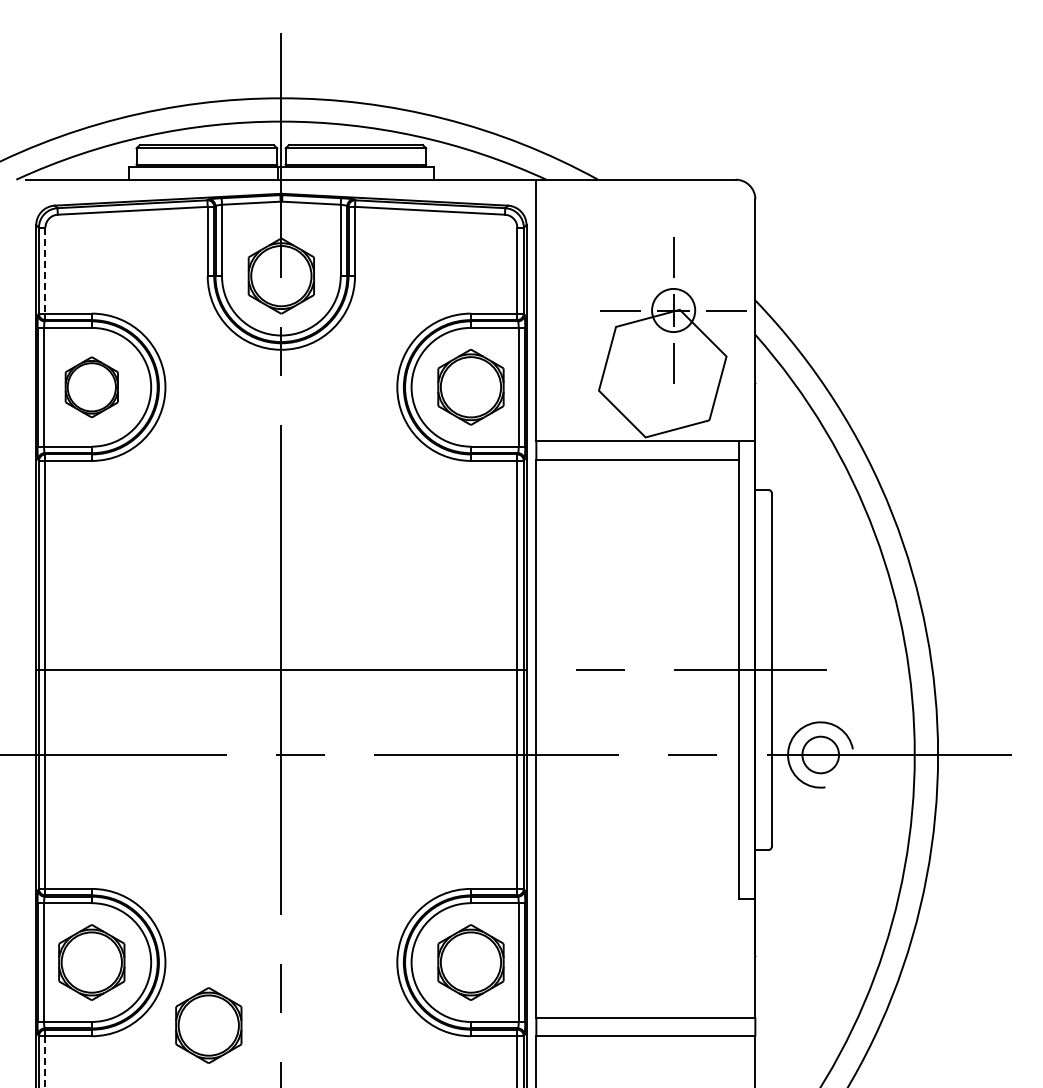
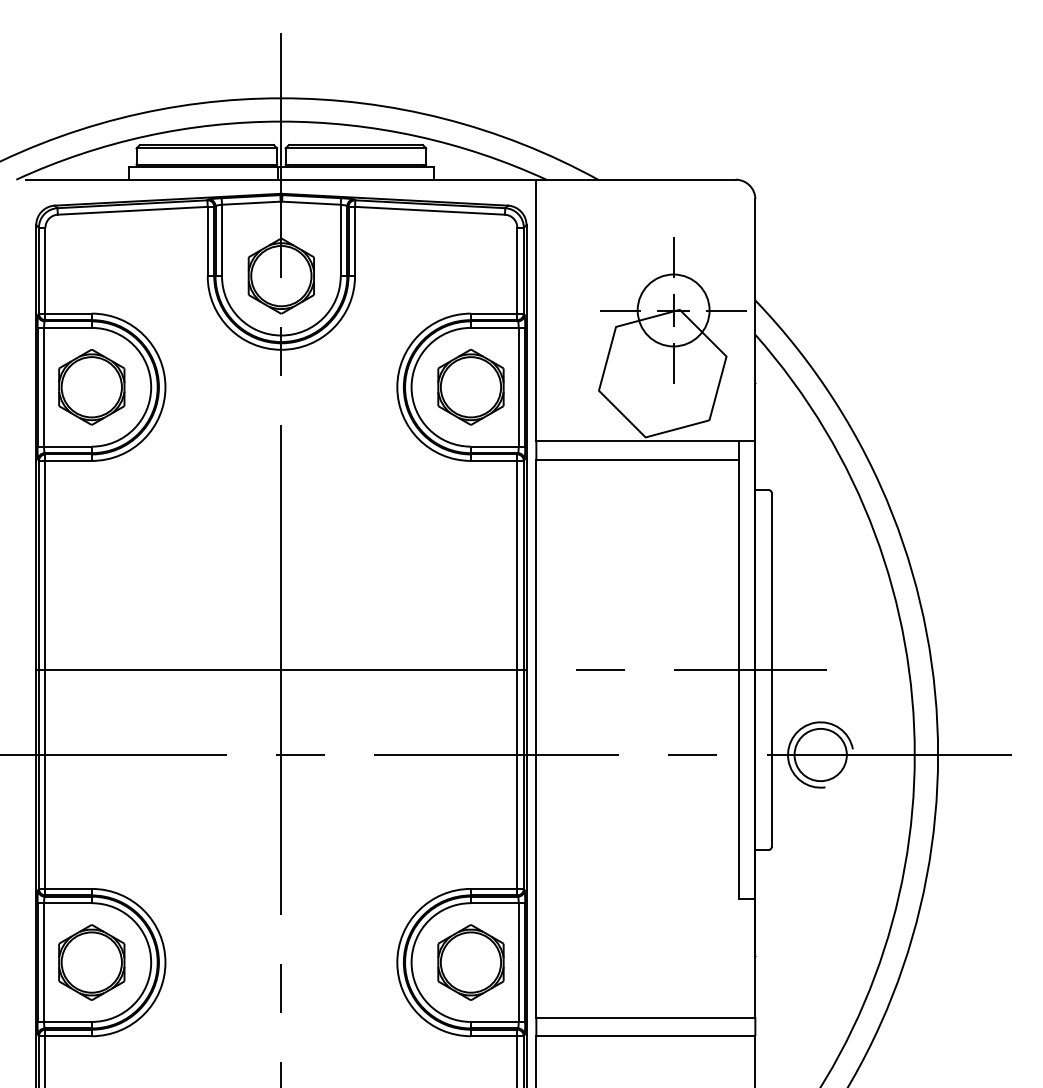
line at (45, 270): dashed -> solid
circle at (673, 310) diameter: 43 px -> 72 px
part at (91, 387) size: 55x63 px -> 68x77 px
circle at (820, 754) diameter: 37 px -> 52 px
part at (208, 1025): present -> none
line at (45, 1062): dashed -> solid
